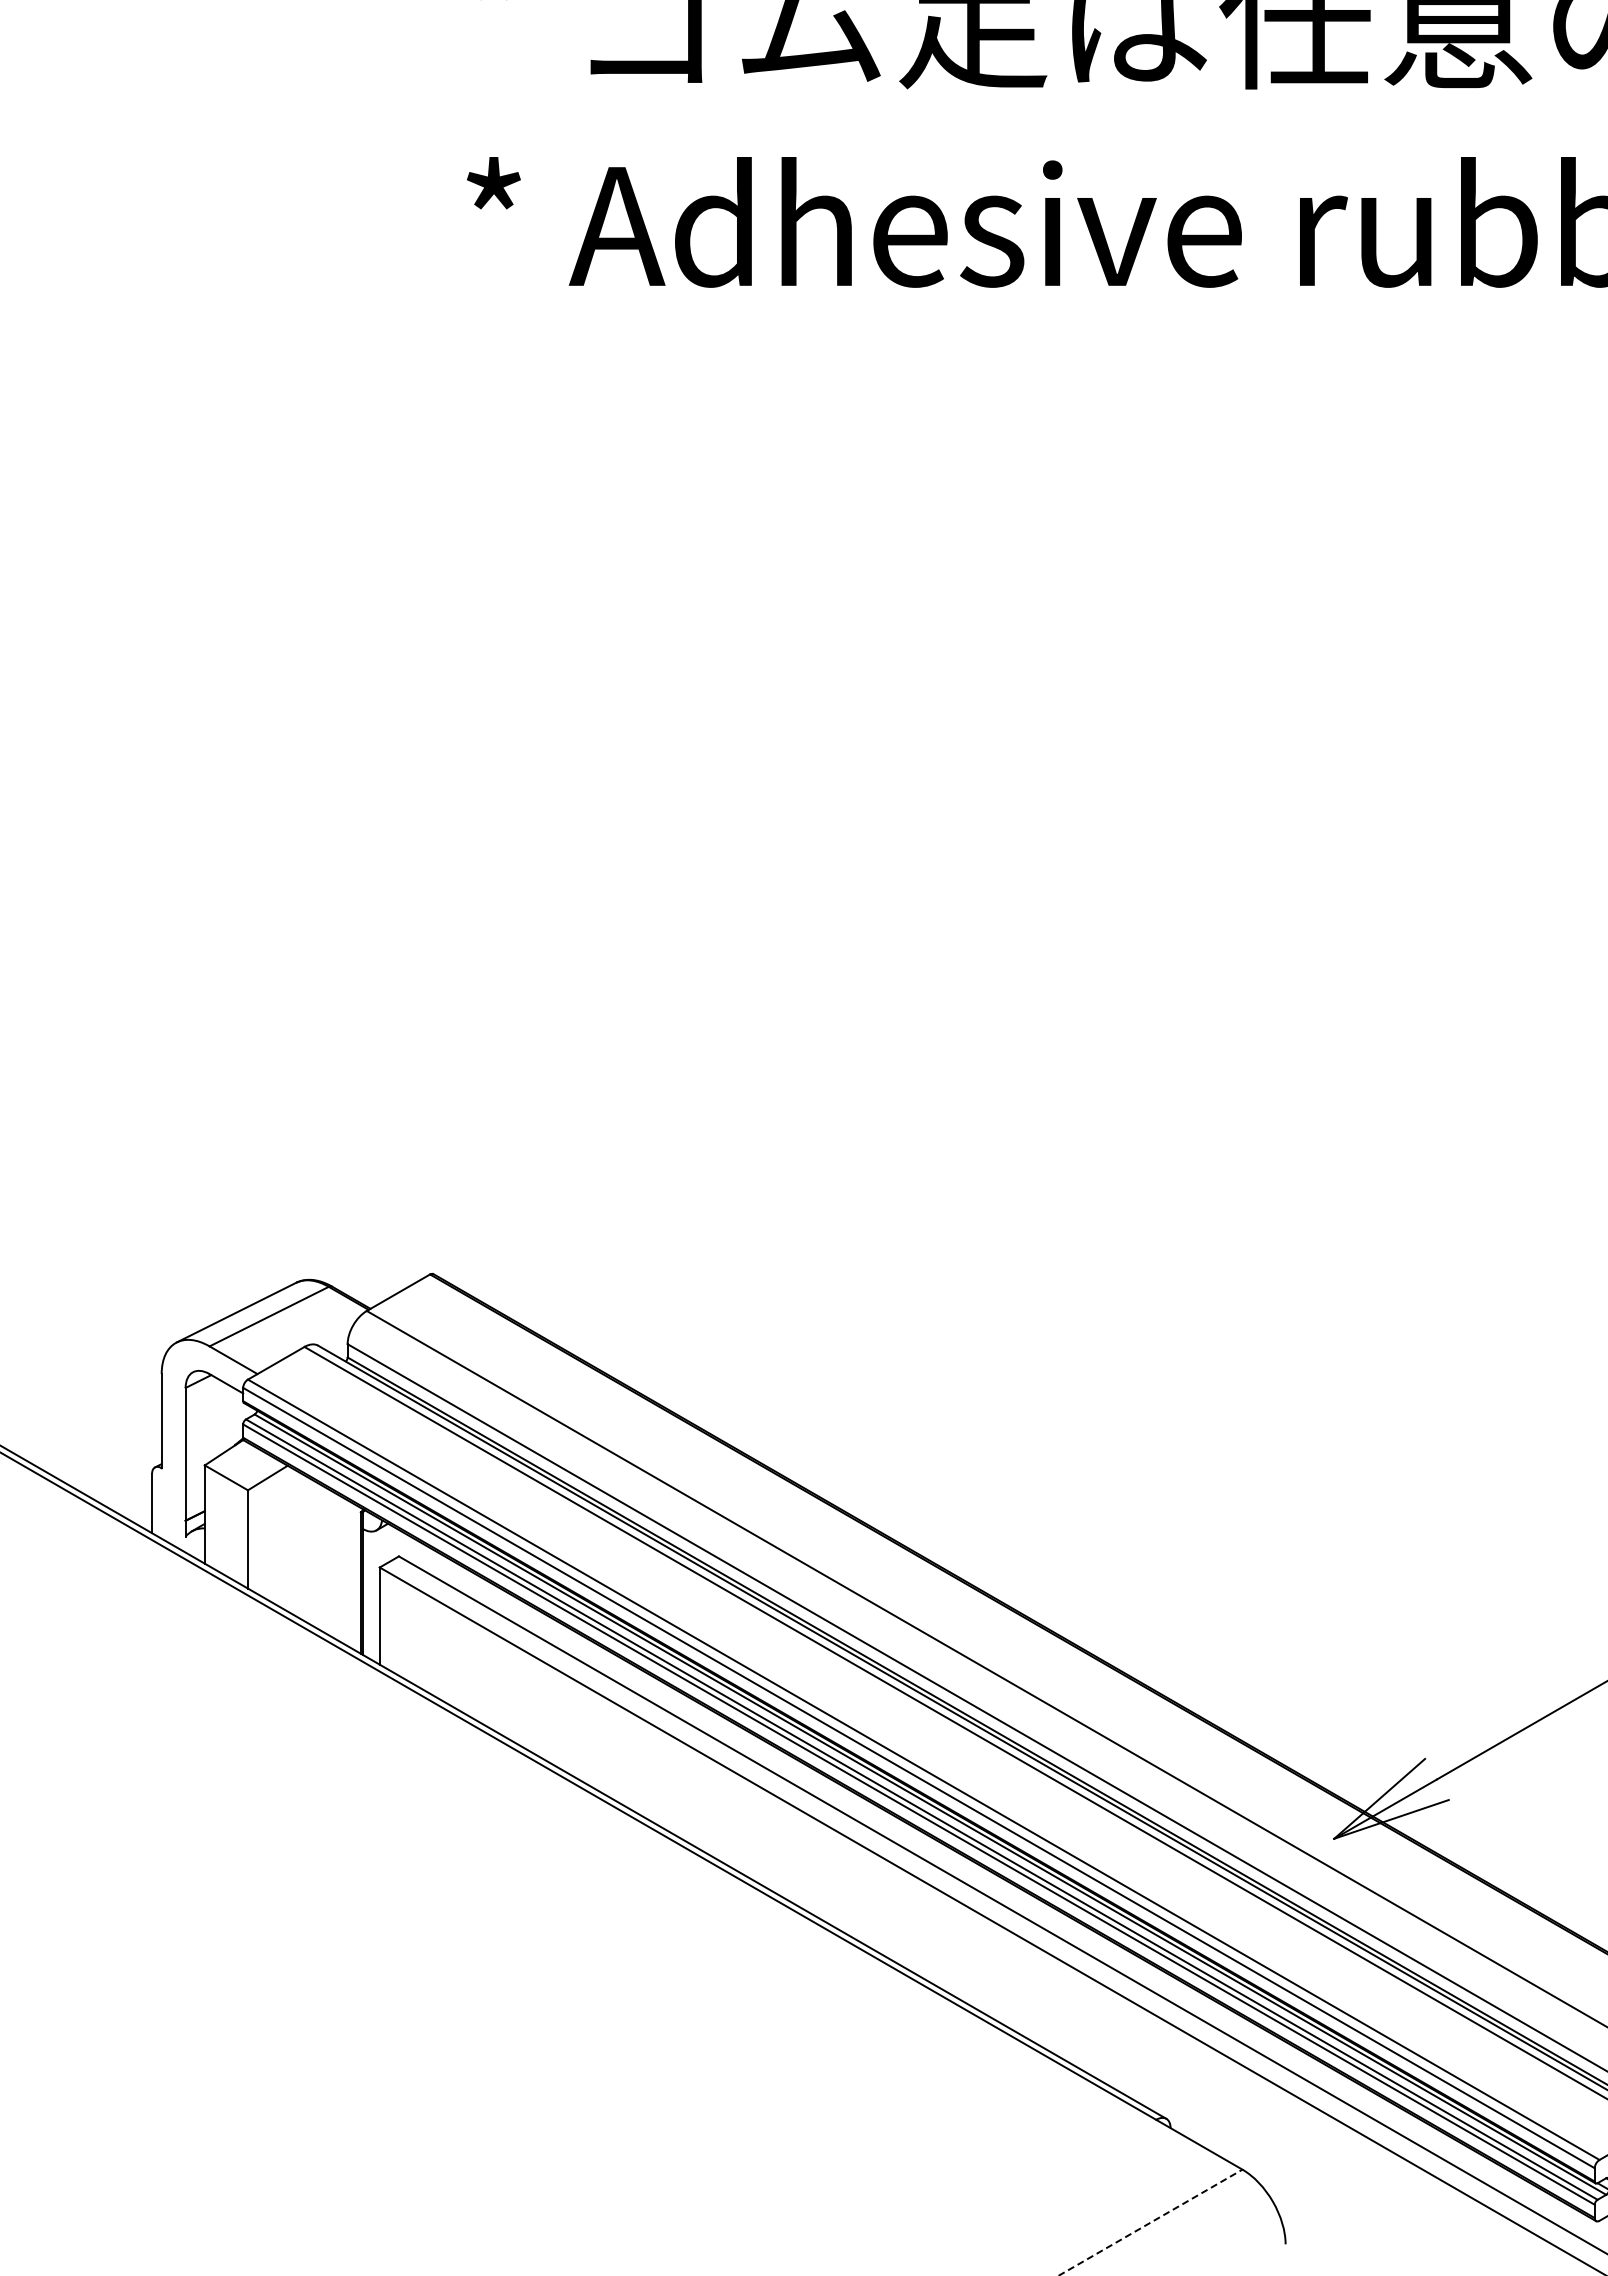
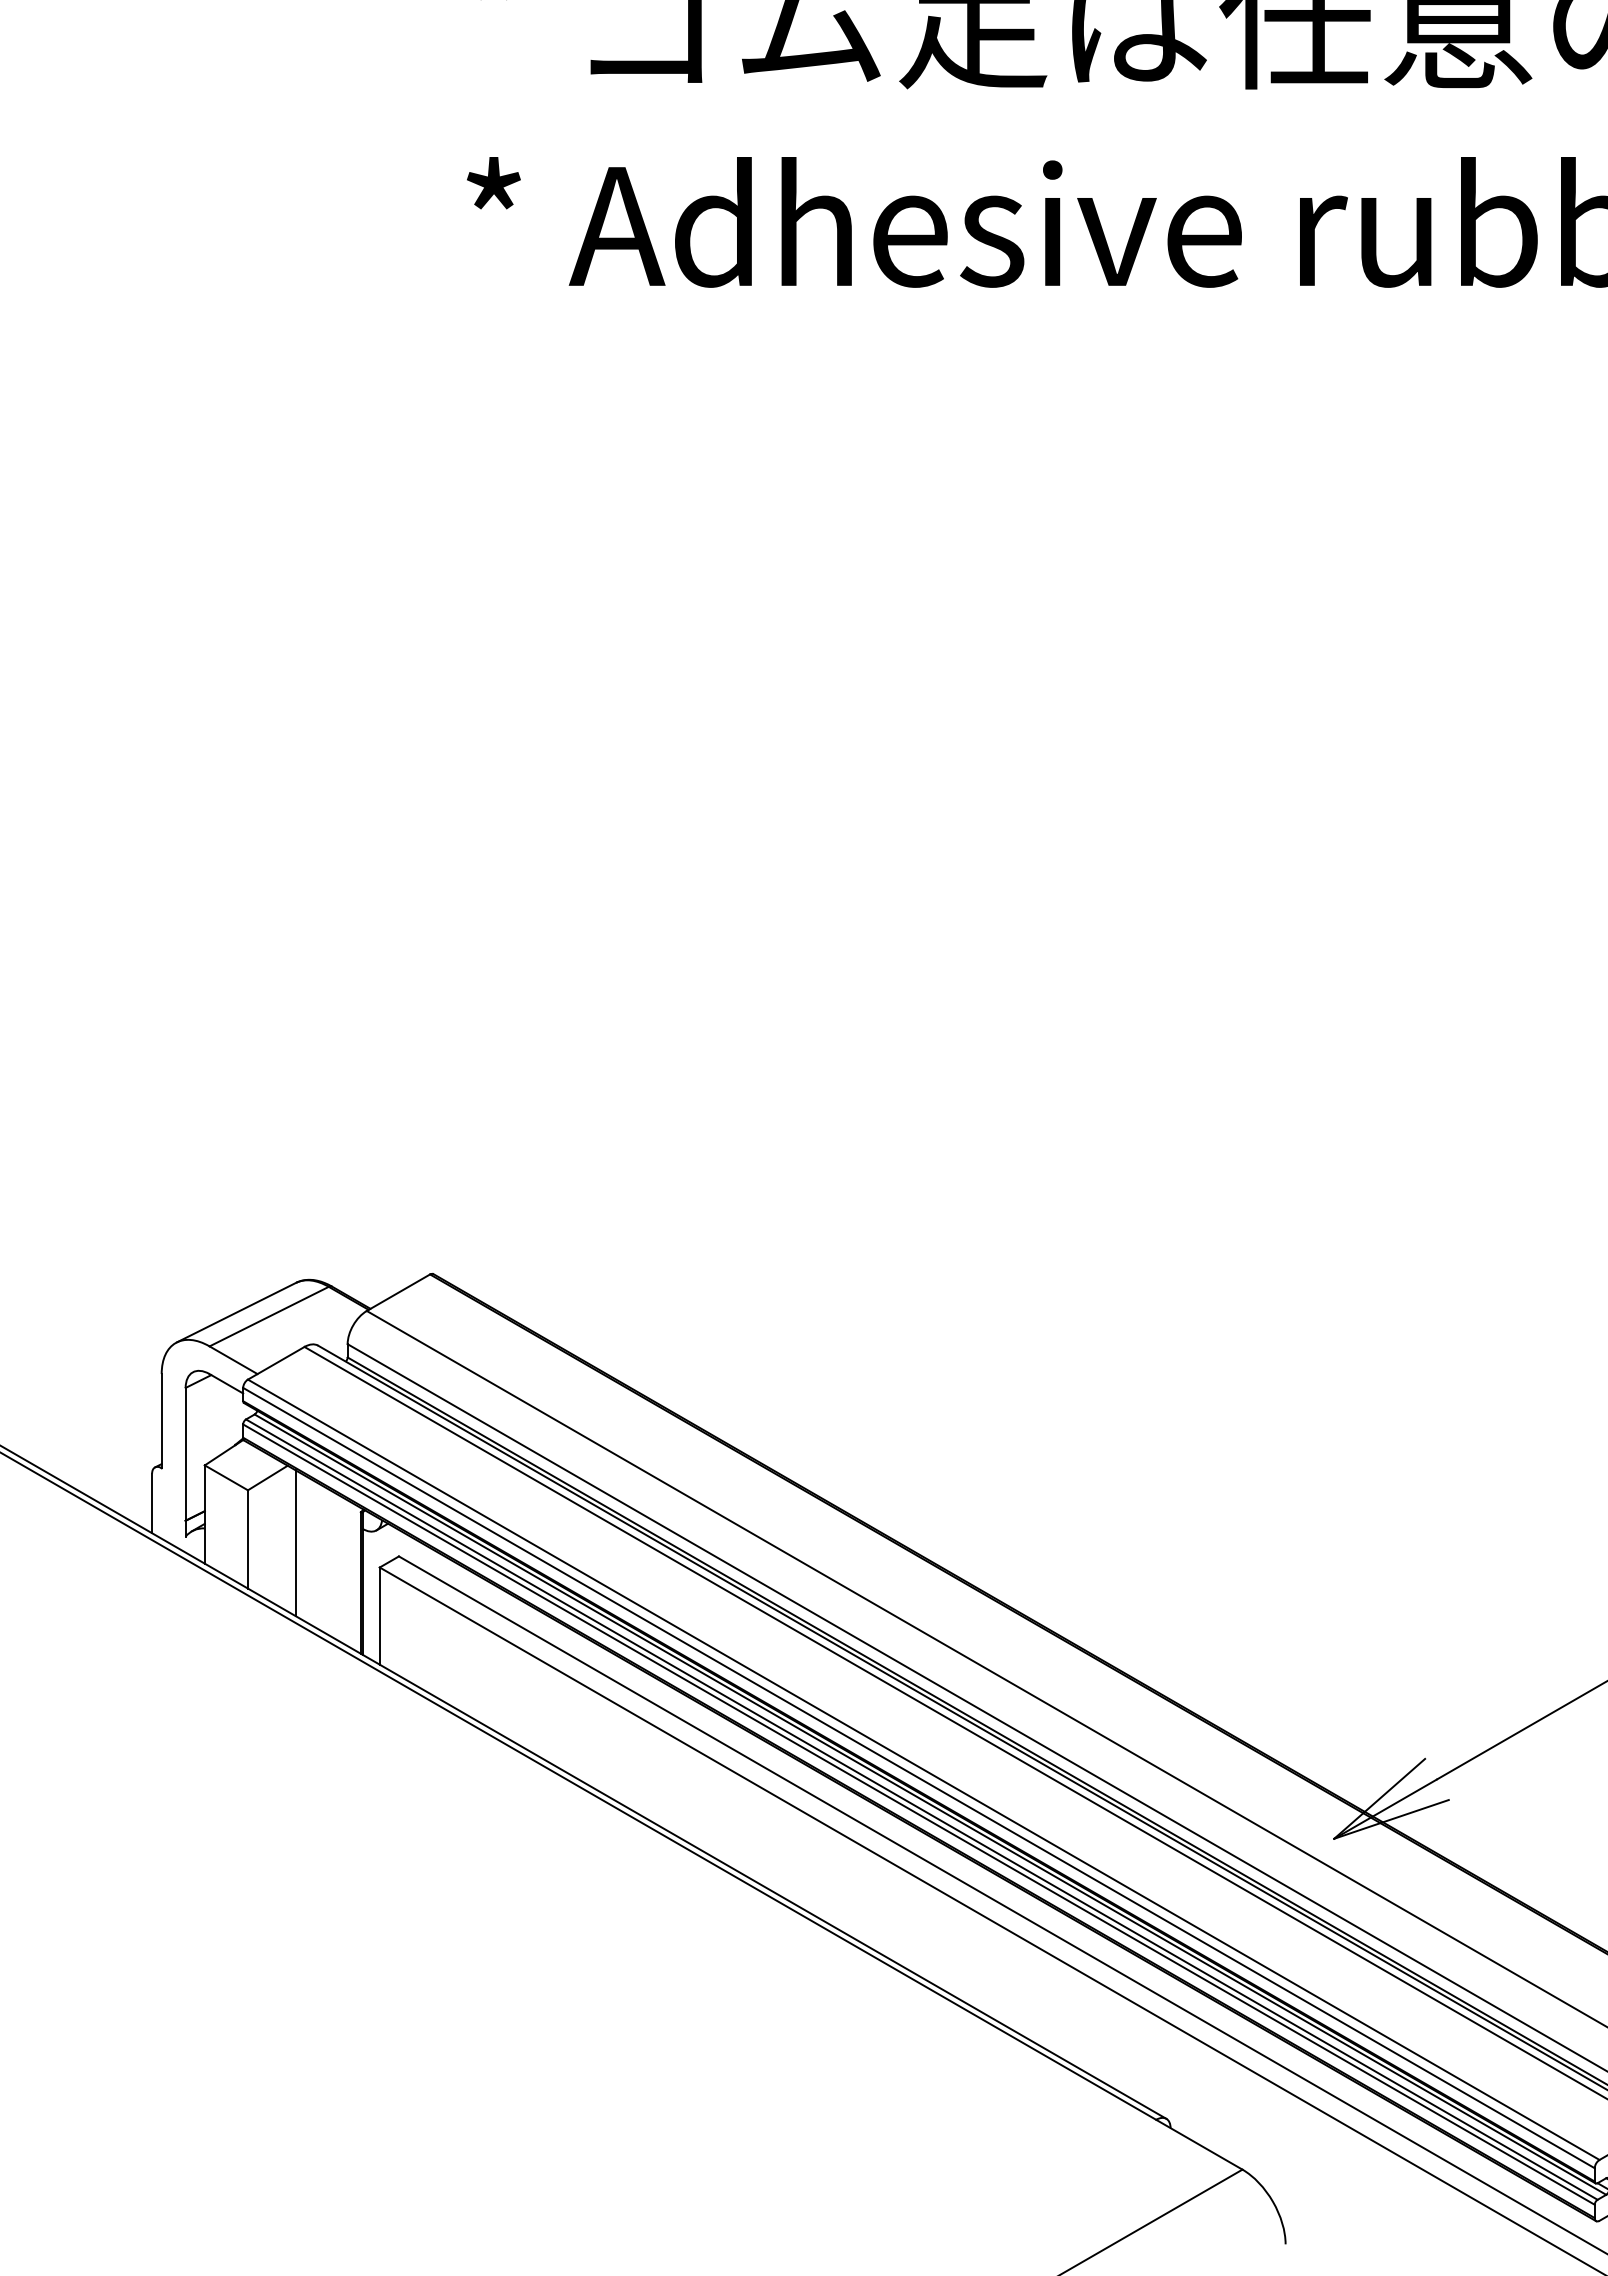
line at (295, 1543): none -> present
line at (1150, 2222): dashed -> solid
